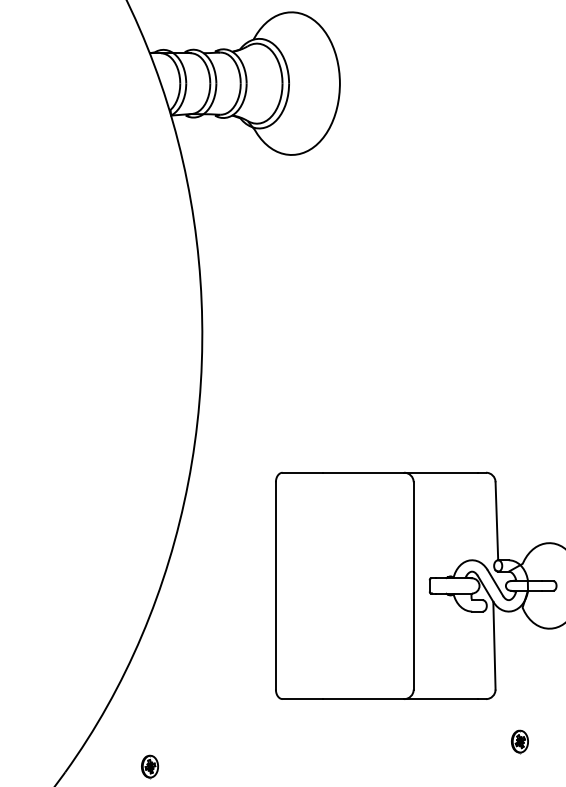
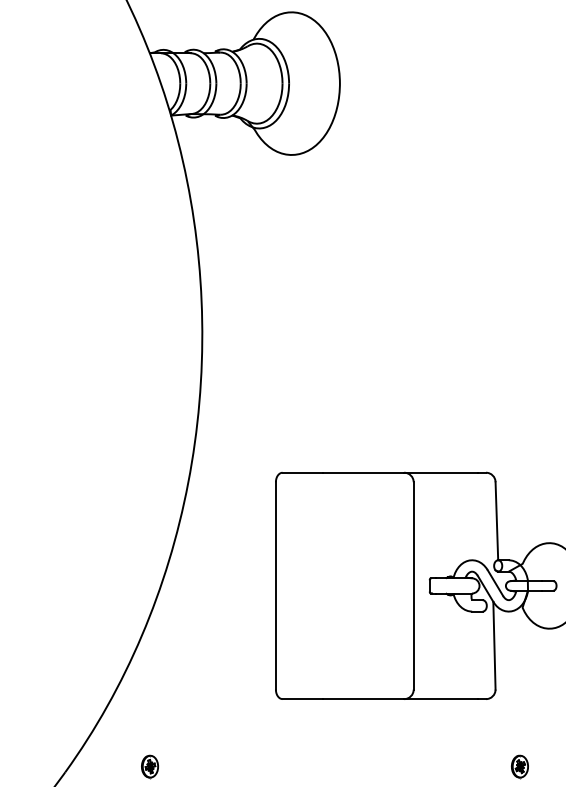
part at (519, 741) position: (519, 741) -> (519, 766)
